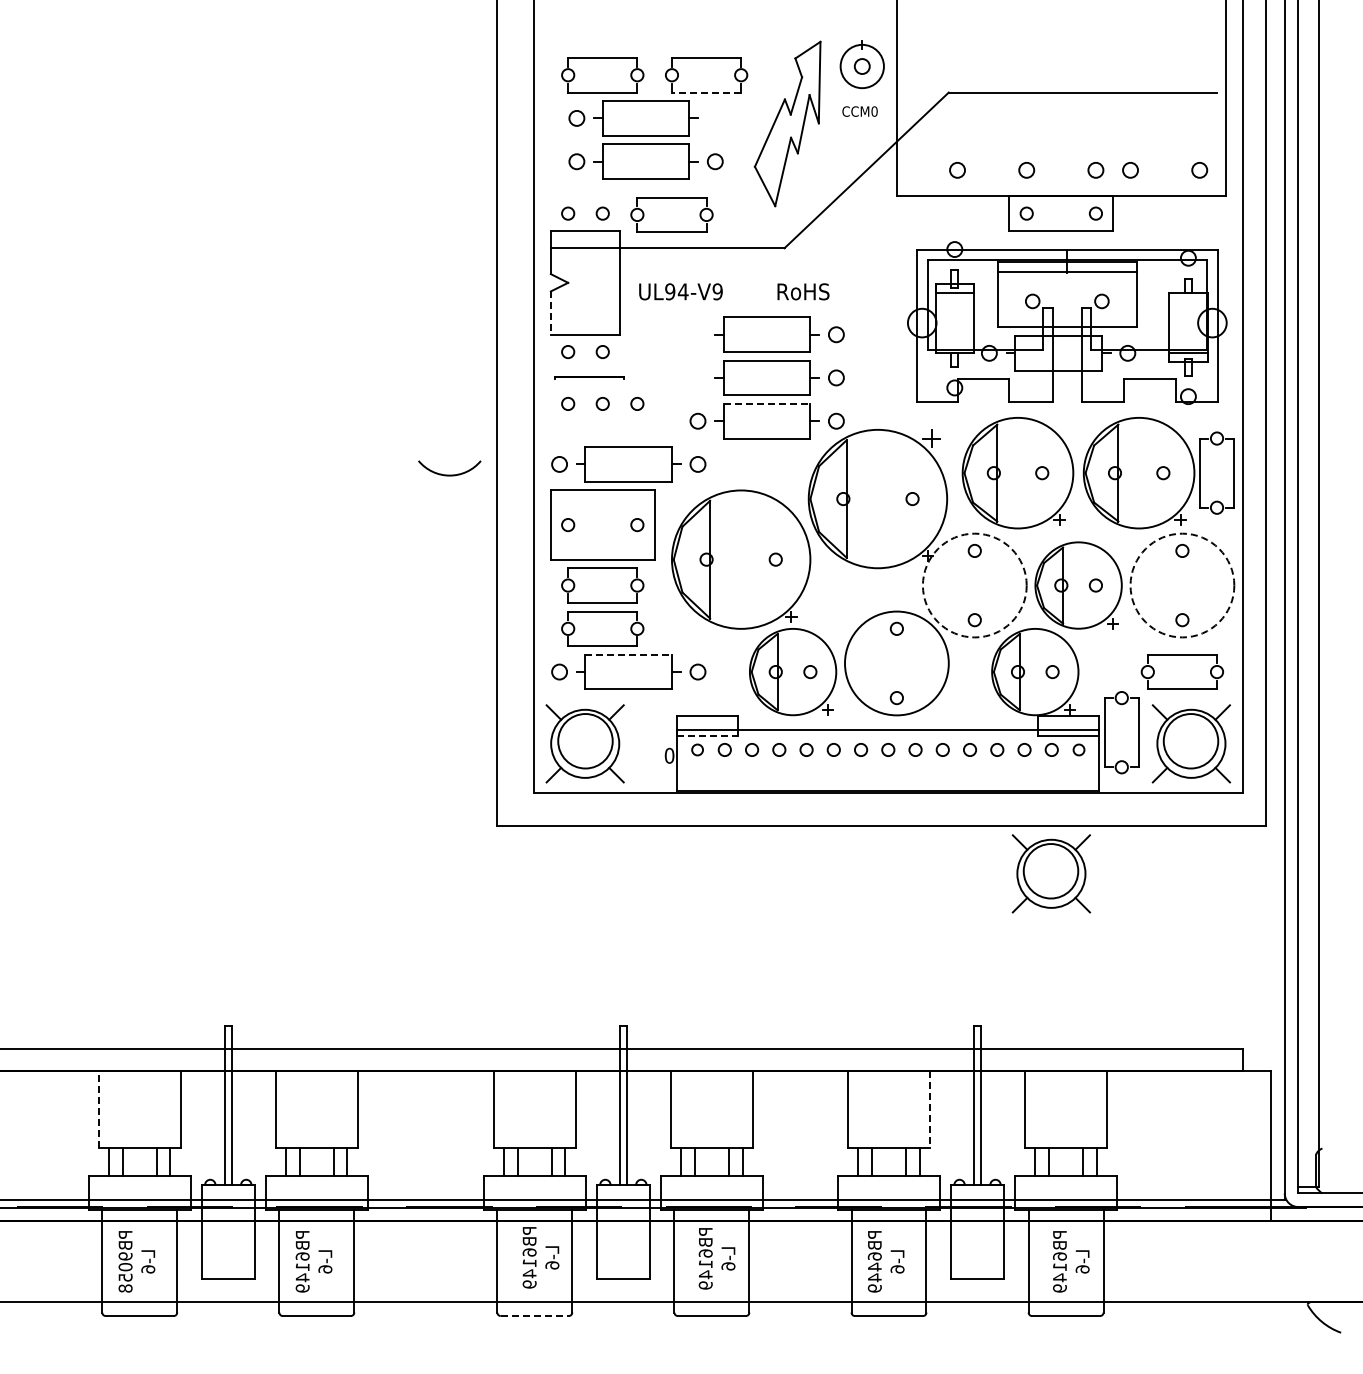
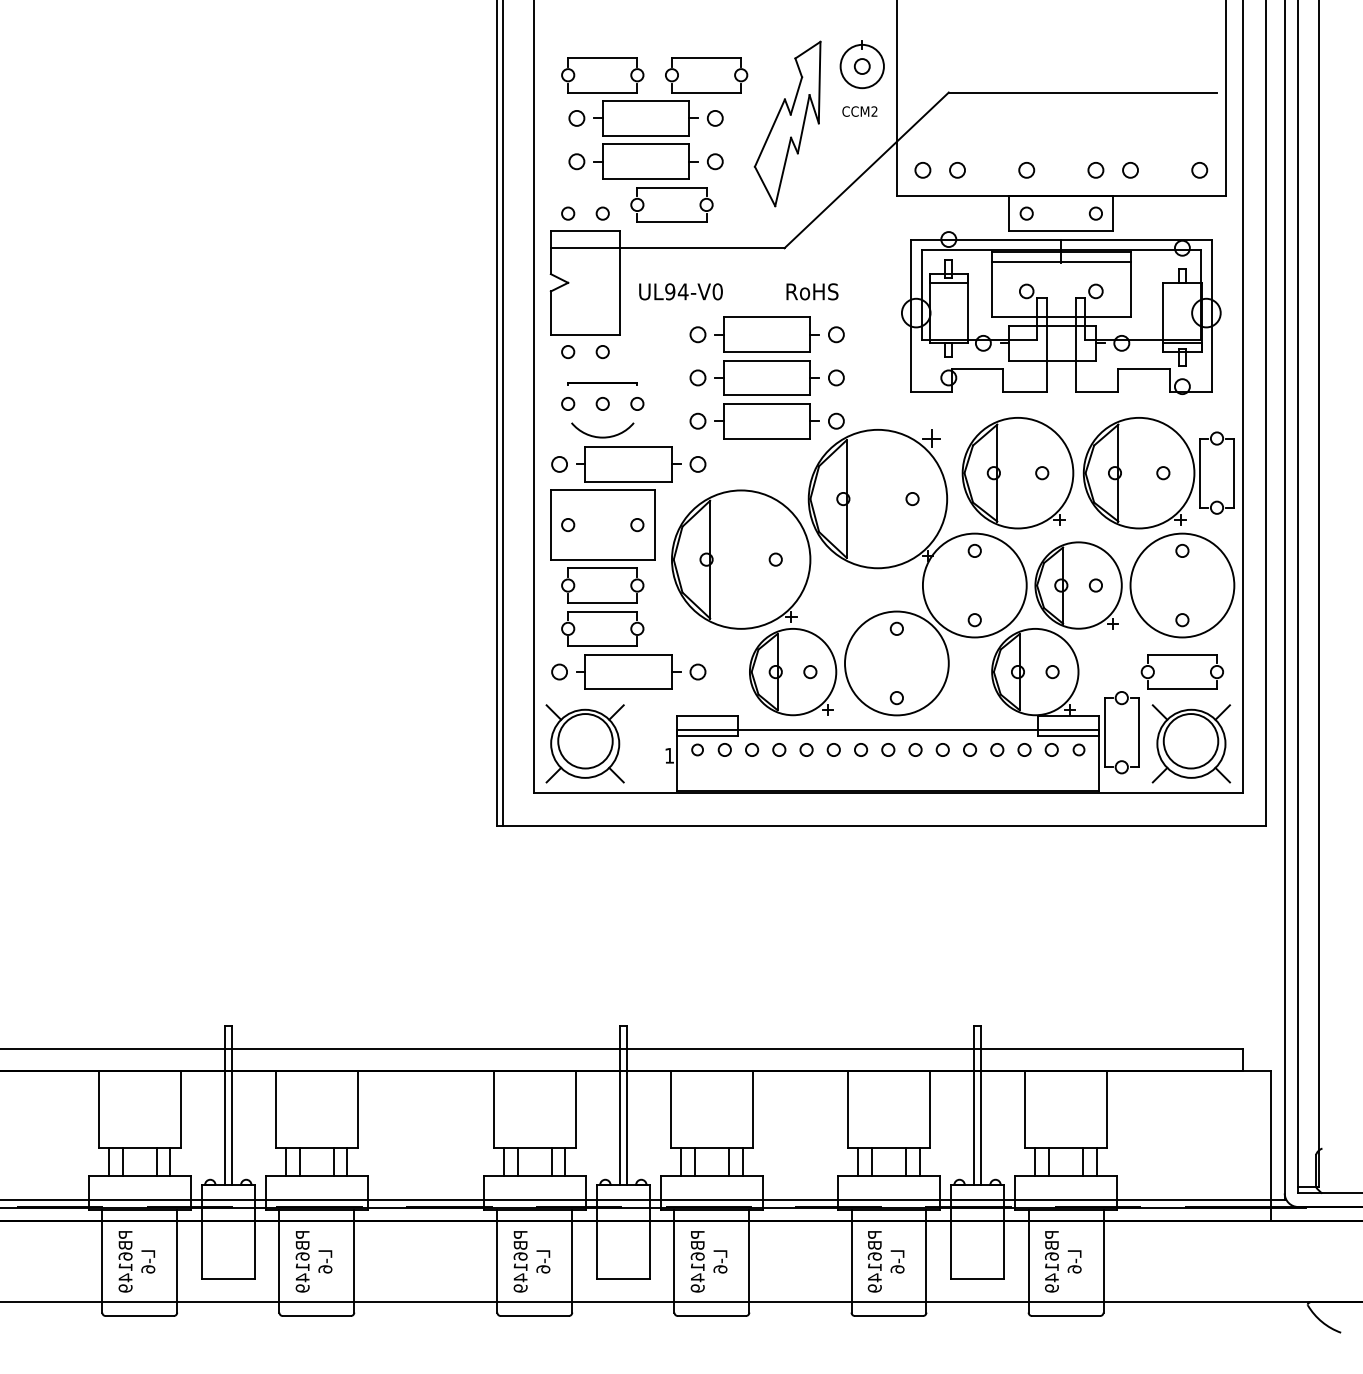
line at (706, 92): dashed -> solid
text at (874, 111): CCM0 -> CCM2
circle at (714, 118): none -> present
circle at (922, 170): none -> present
part at (671, 198) position: (671, 198) -> (671, 188)
text at (717, 291): UL94-V9 -> UL94-V0
text at (803, 291) position: (803, 291) -> (812, 291)
line at (550, 313): dashed -> solid
part at (1067, 322) position: (1067, 322) -> (1061, 312)
circle at (697, 334): none -> present
part at (589, 377) position: (589, 377) -> (602, 383)
circle at (697, 377): none -> present
line at (767, 403): dashed -> solid
line at (503, 413): none -> present
arc at (449, 474) position: (449, 474) -> (602, 436)
circle at (974, 585): dashed -> solid
circle at (1182, 585): dashed -> solid
line at (629, 654): dashed -> solid
line at (707, 736): dashed -> solid
text at (669, 755): 0 -> 1
part at (1051, 873): present -> none
line at (98, 1109): dashed -> solid
line at (929, 1109): dashed -> solid
text at (540, 1257) position: (540, 1257) -> (531, 1261)
text at (716, 1258) position: (716, 1258) -> (708, 1261)
text at (1071, 1261) position: (1071, 1261) -> (1063, 1261)
text at (874, 1266): PB6449 -> PB6149
text at (125, 1272): PB9058 -> PB6149
line at (535, 1316): dashed -> solid
